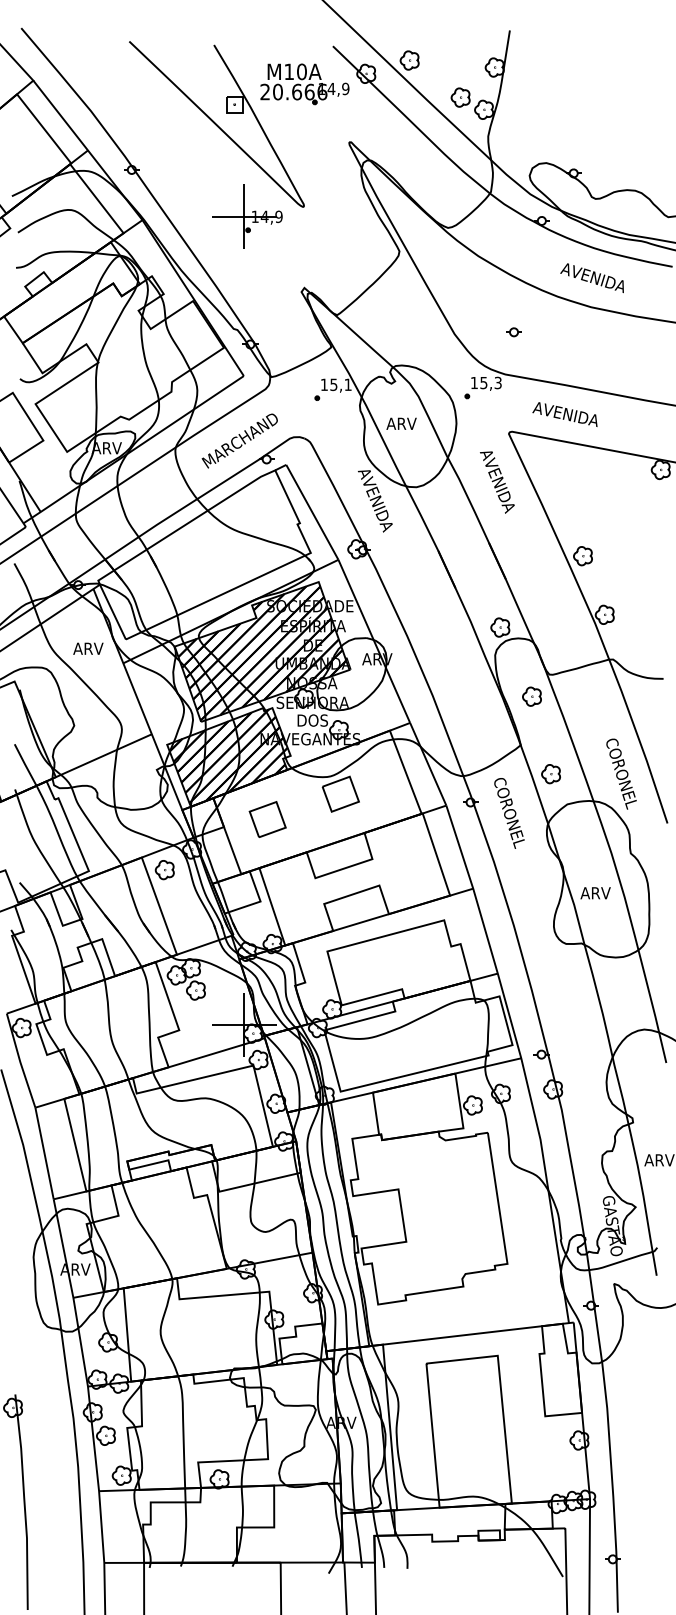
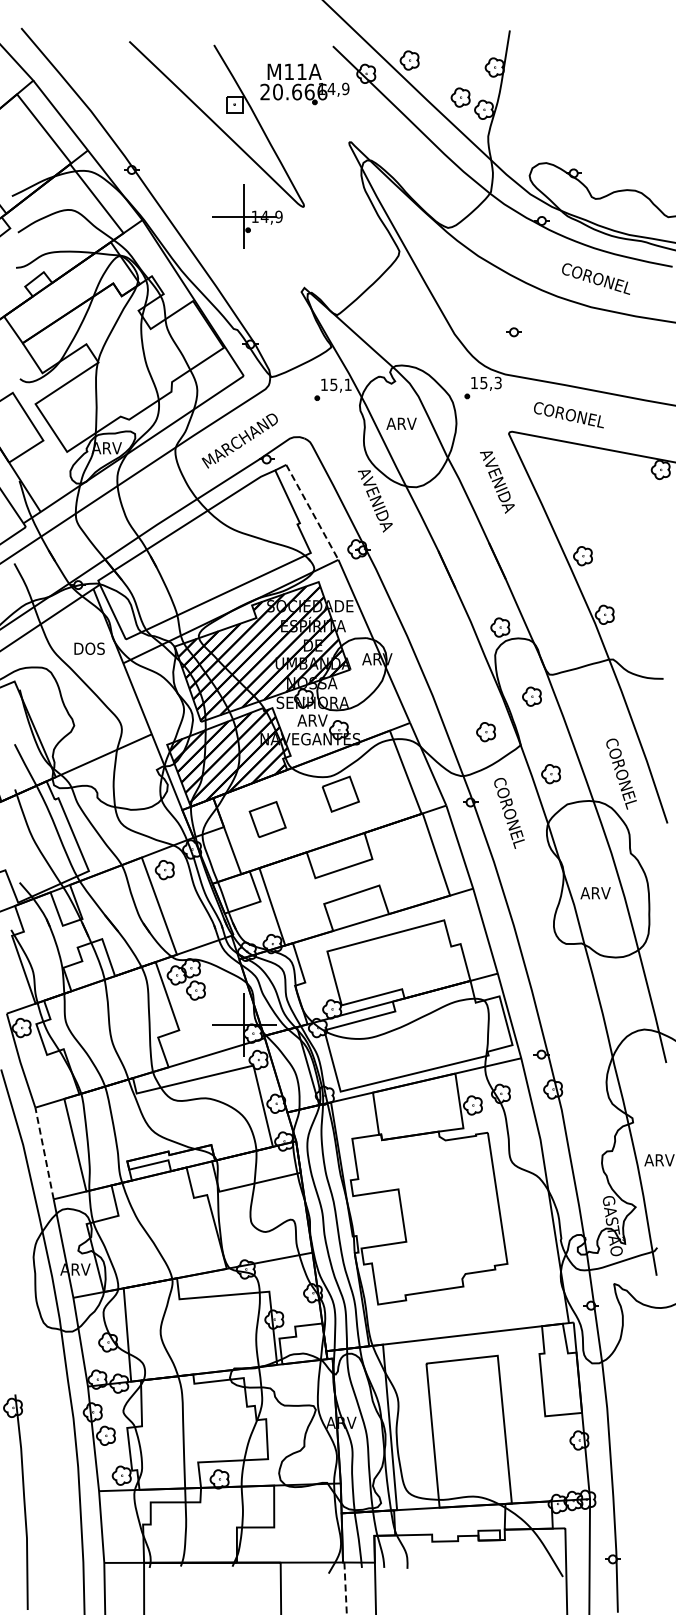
text at (301, 71): M10A -> M11A
text at (594, 278): AVENIDA -> CORONEL
text at (567, 415): AVENIDA -> CORONEL
line at (312, 512): solid -> dashed
text at (88, 648): ARV -> DOS
text at (312, 720): DOS -> ARV
part at (485, 732): none -> present
line at (44, 1153): solid -> dashed
line at (345, 1588): solid -> dashed
